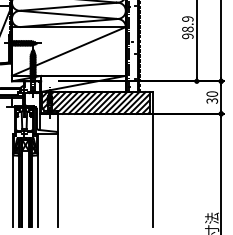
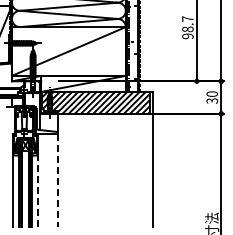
text at (187, 18): 98.9 -> 98.7
line at (57, 180): solid -> dashed
line at (37, 190): solid -> dashed
